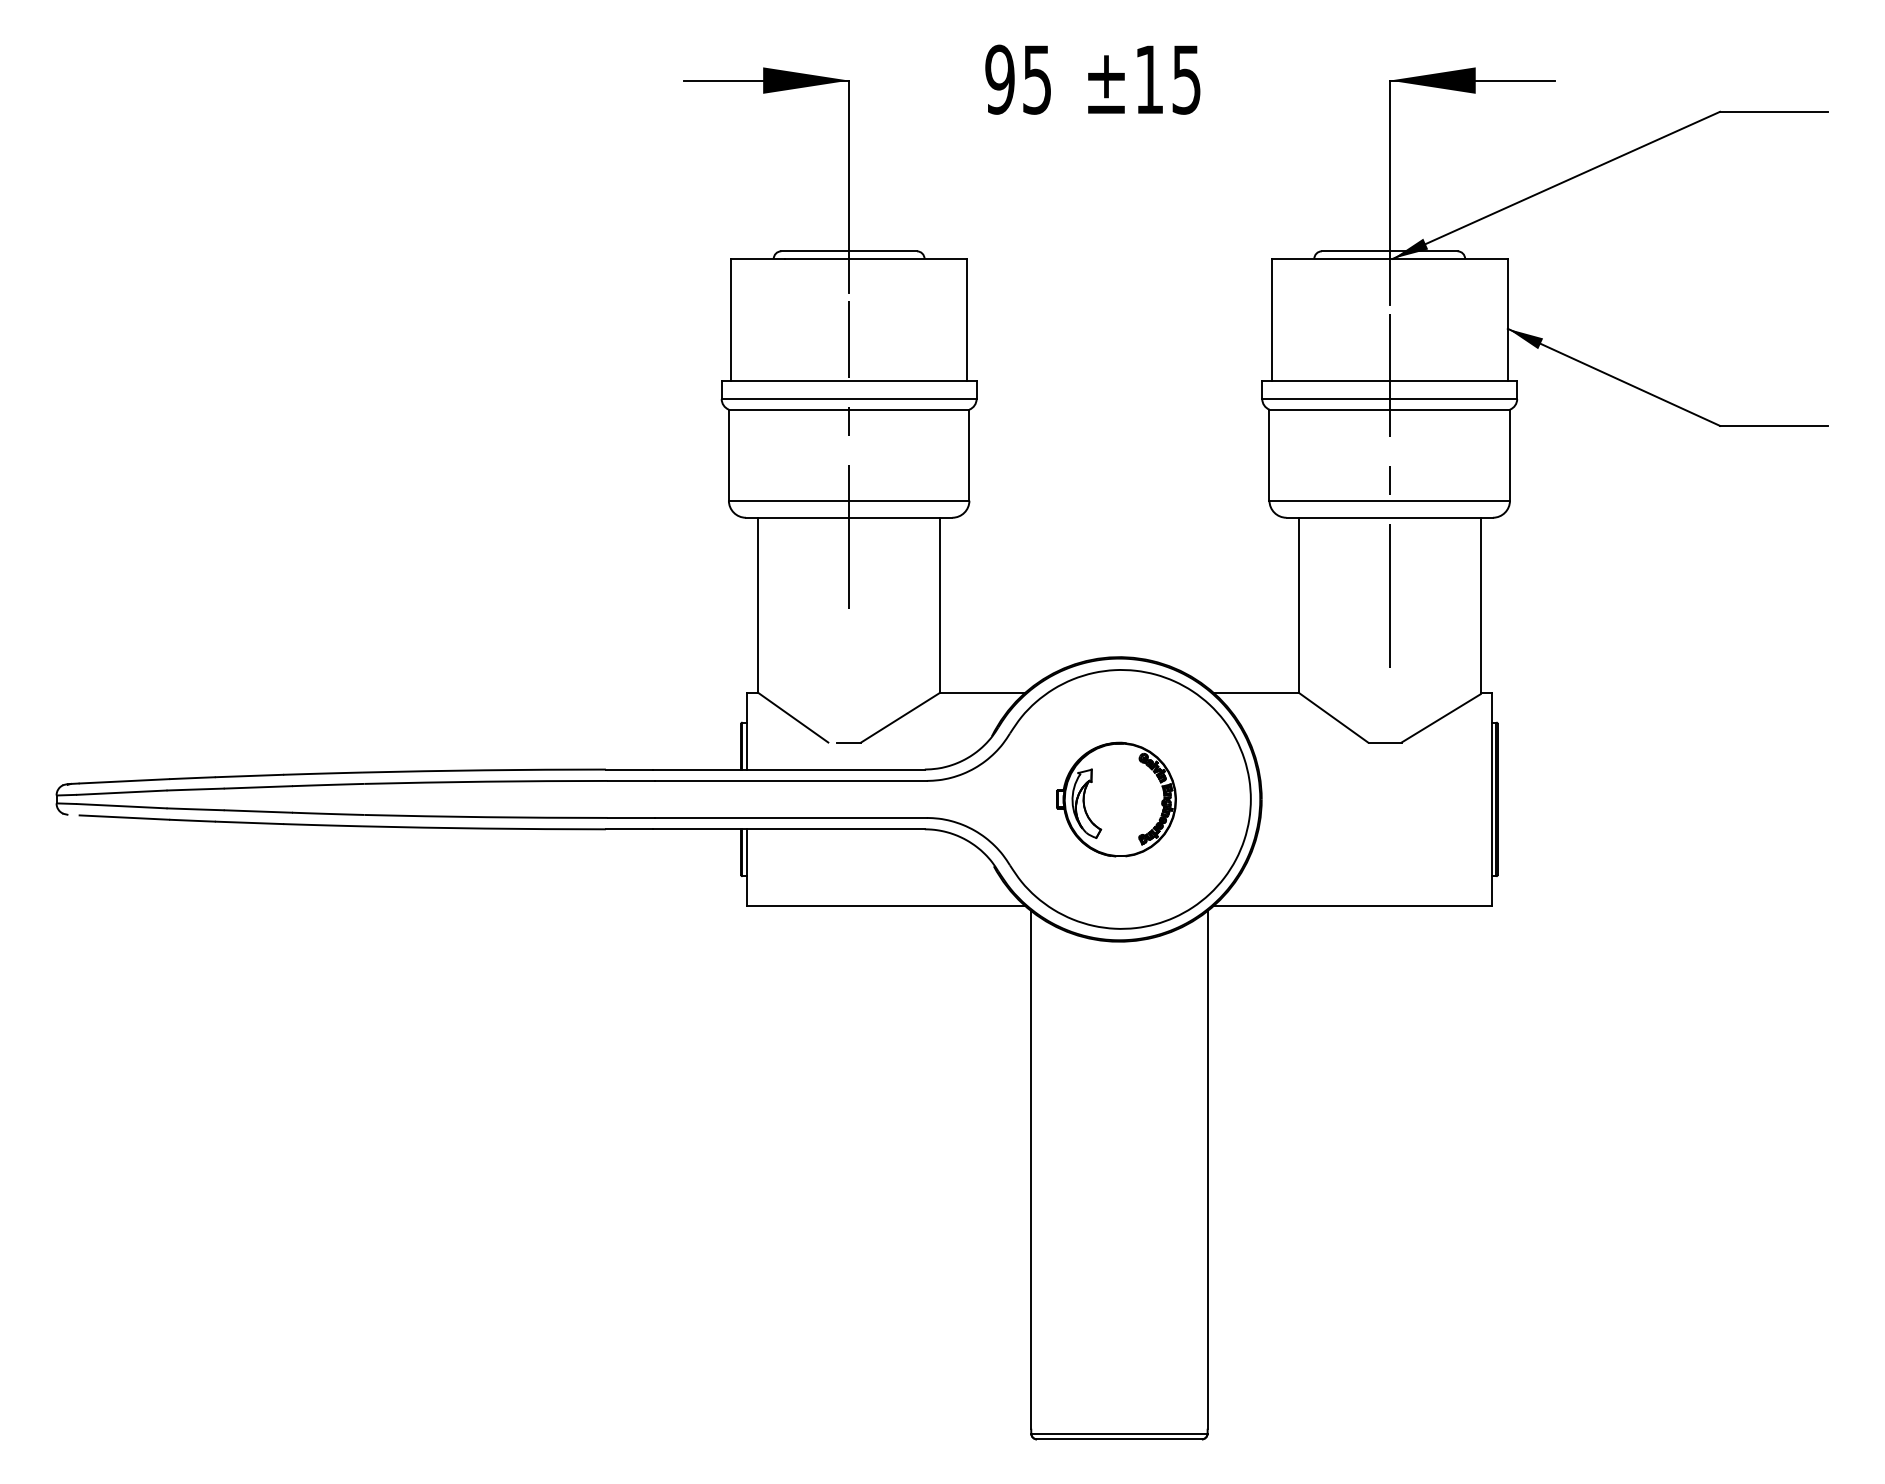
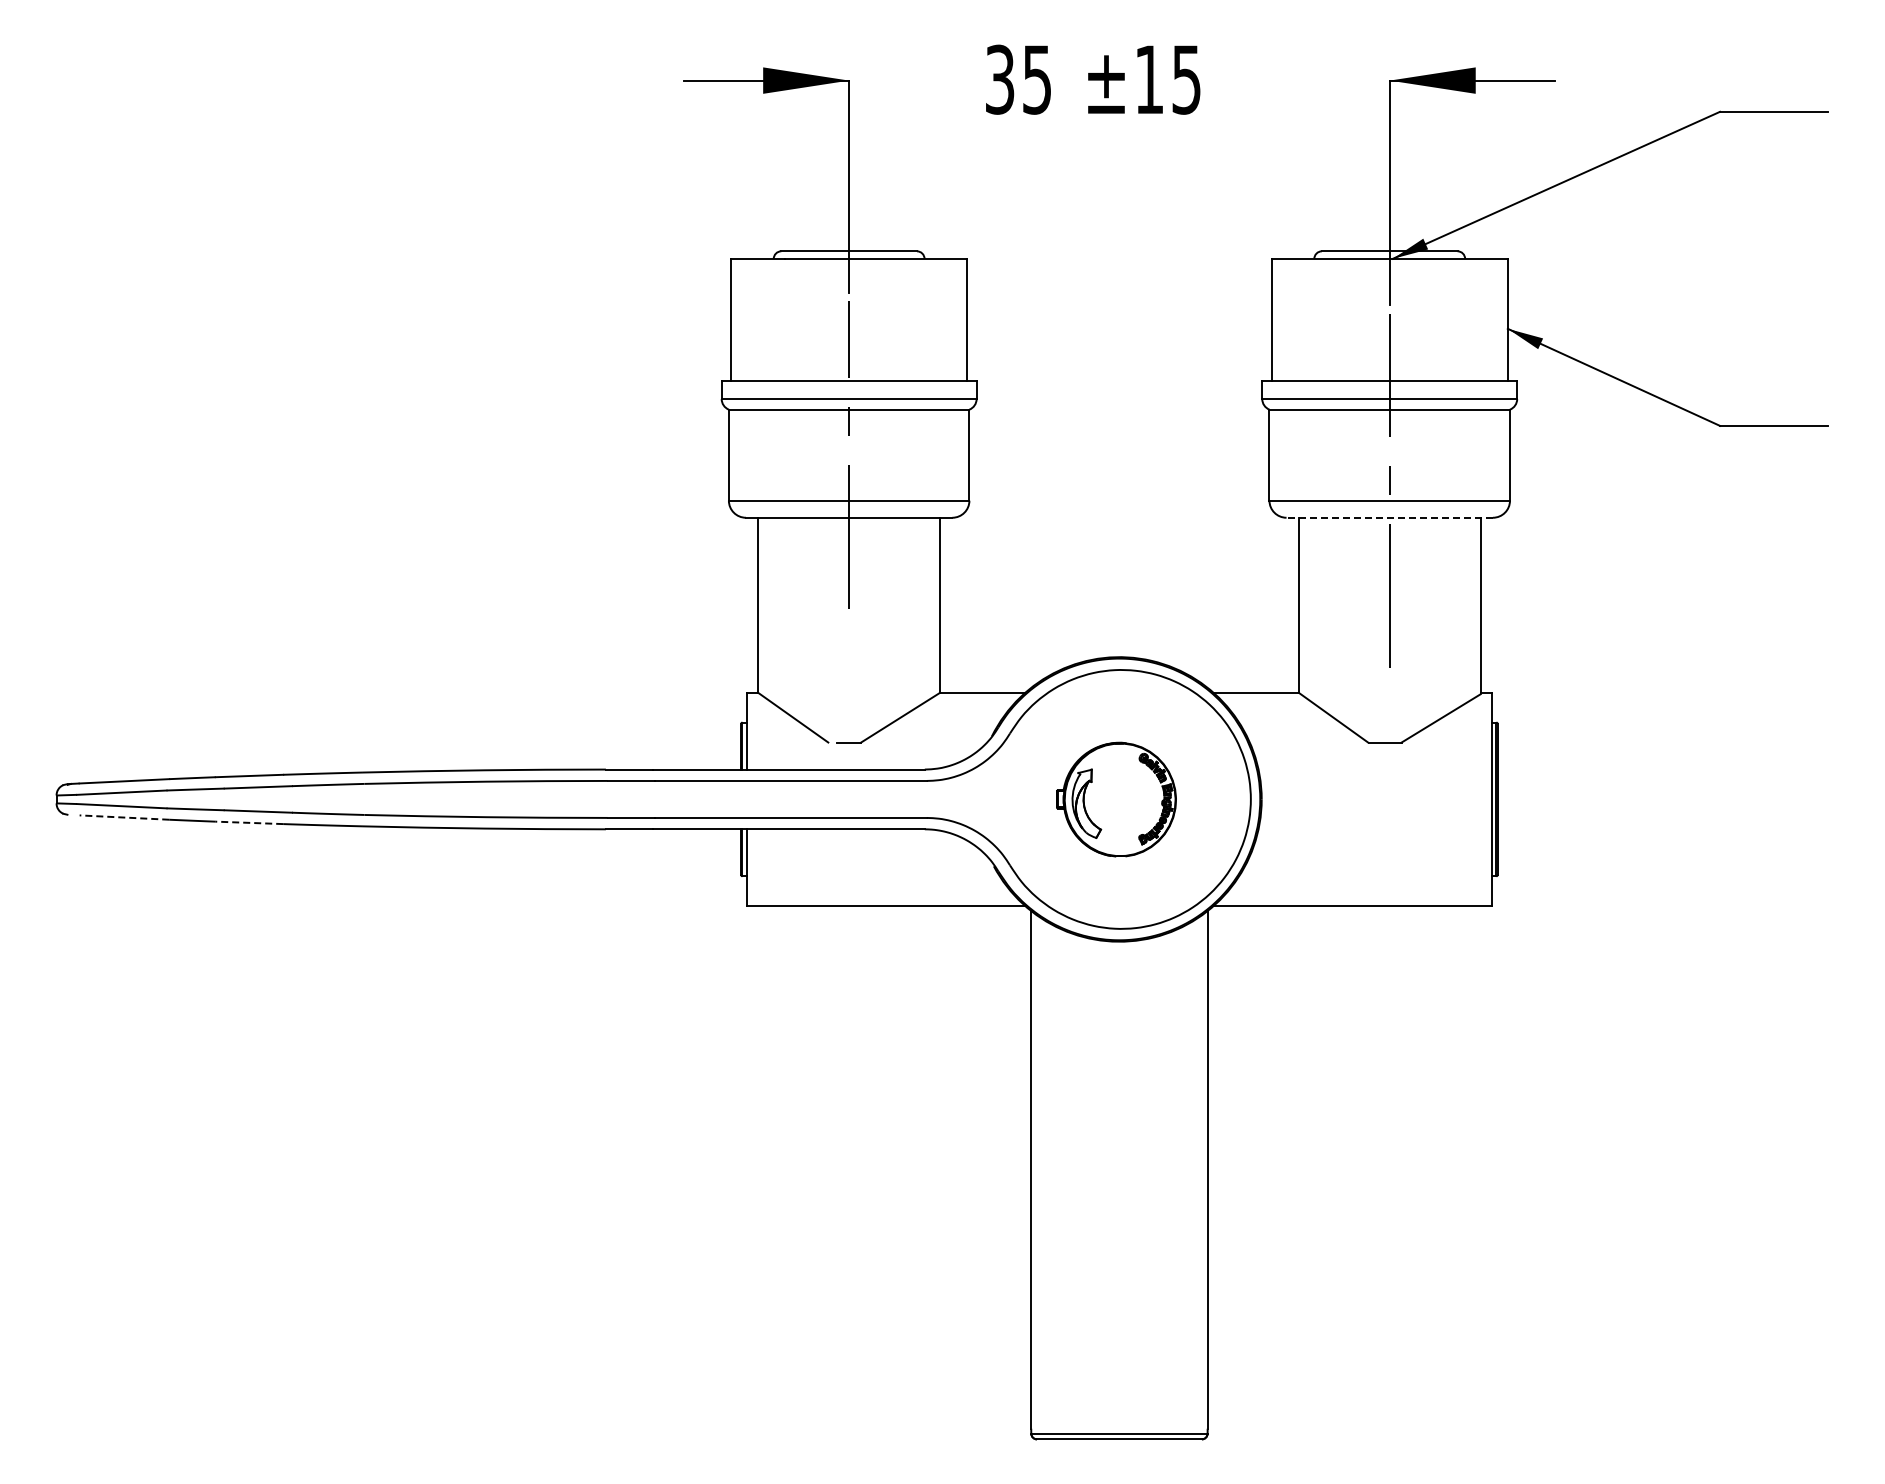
text at (999, 79): 95 -> 35
line at (1389, 517): solid -> dashed
line at (124, 817): solid -> dashed
line at (249, 822): solid -> dashed
